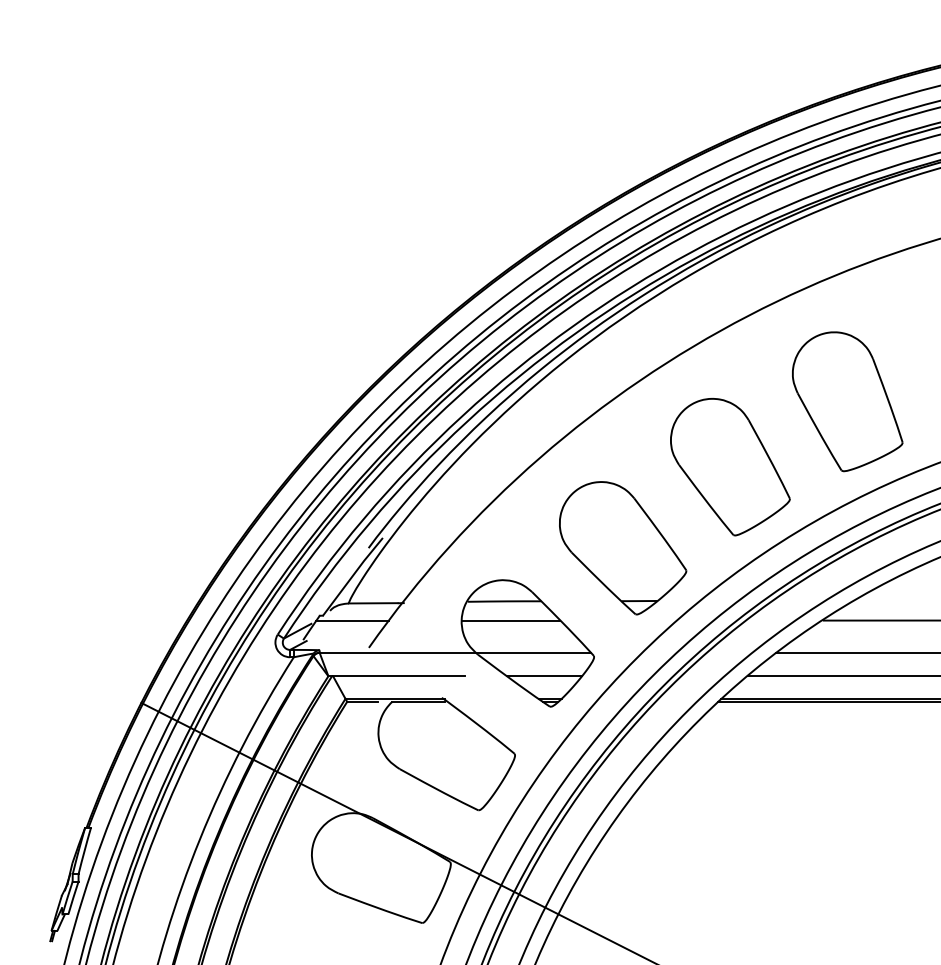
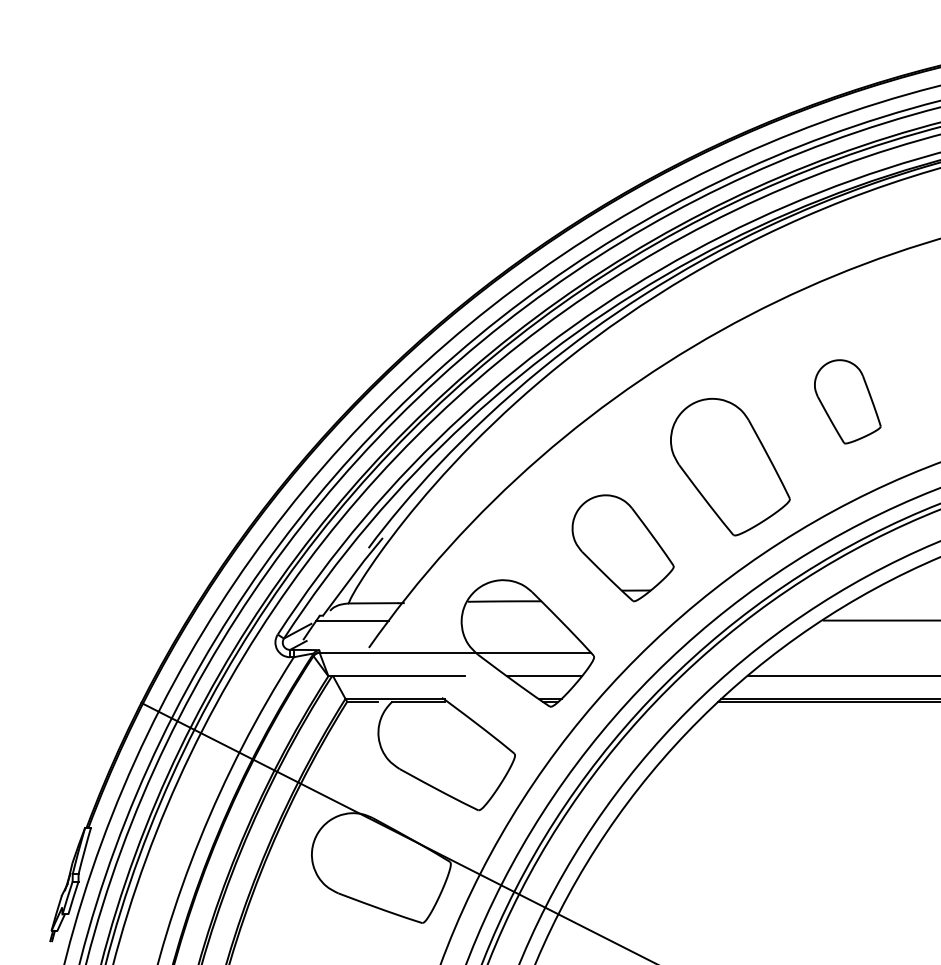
part at (847, 401) size: 112x142 px -> 68x86 px
part at (623, 548) size: 129x135 px -> 104x109 px
line at (510, 620): present -> none
line at (856, 652): present -> none
